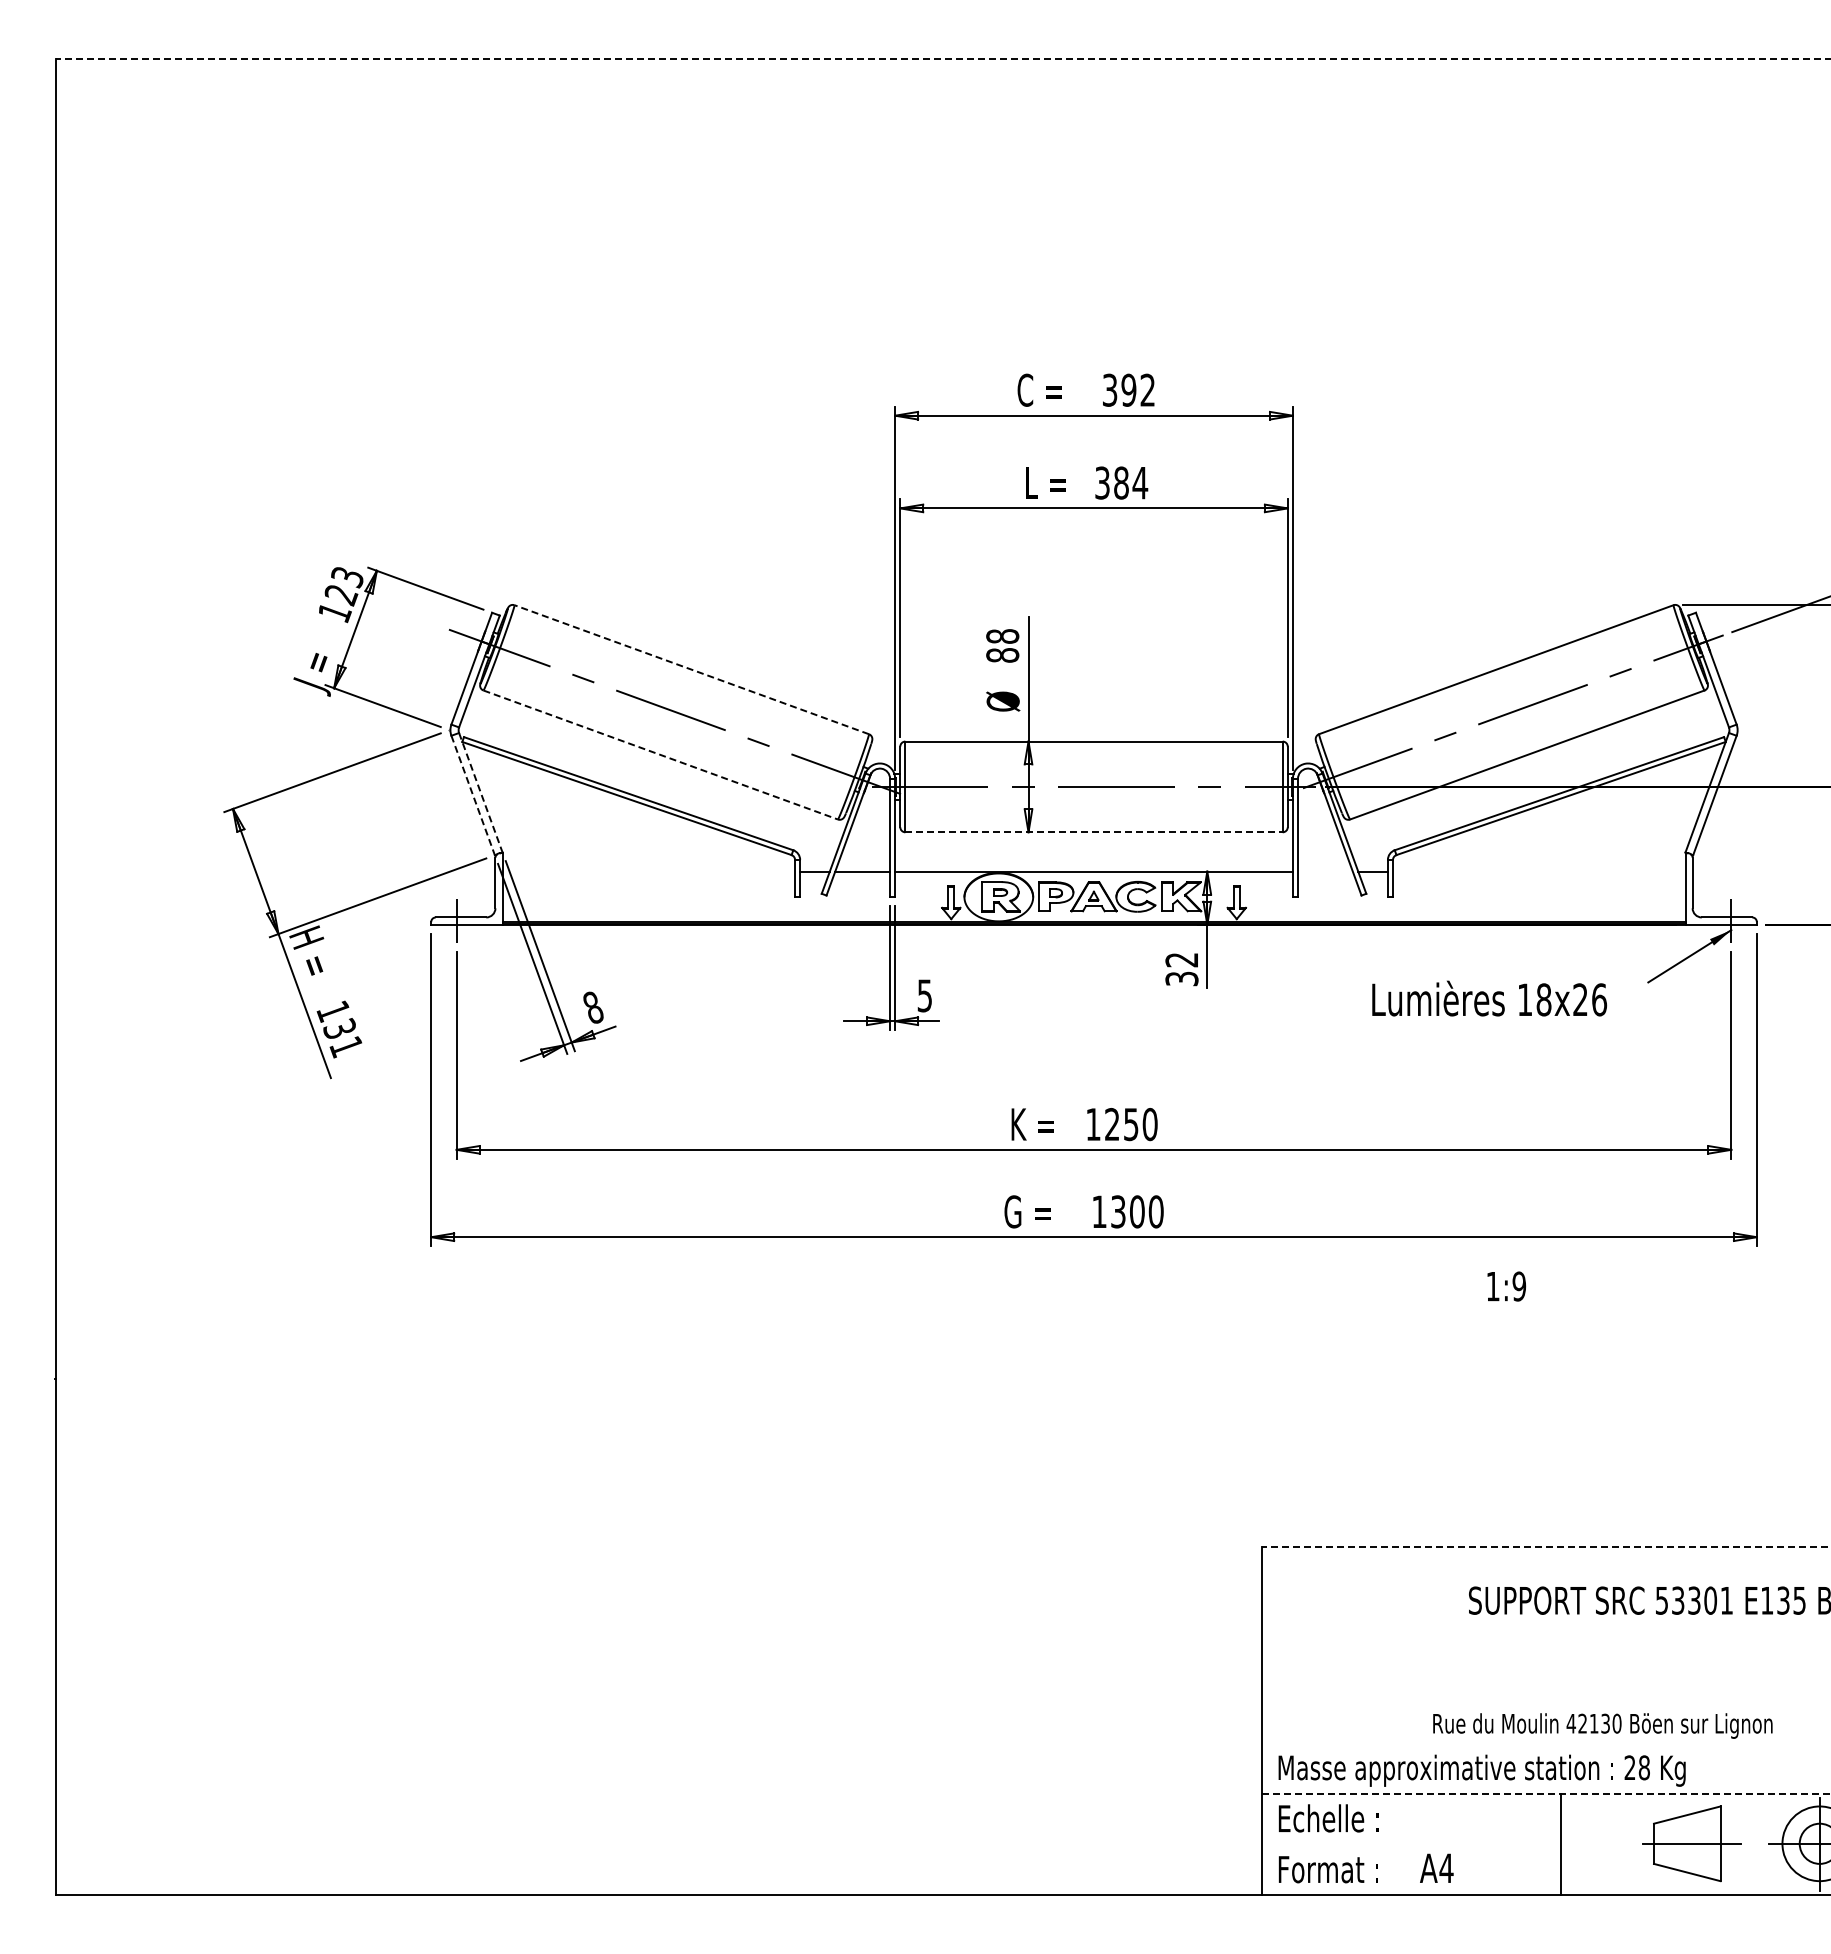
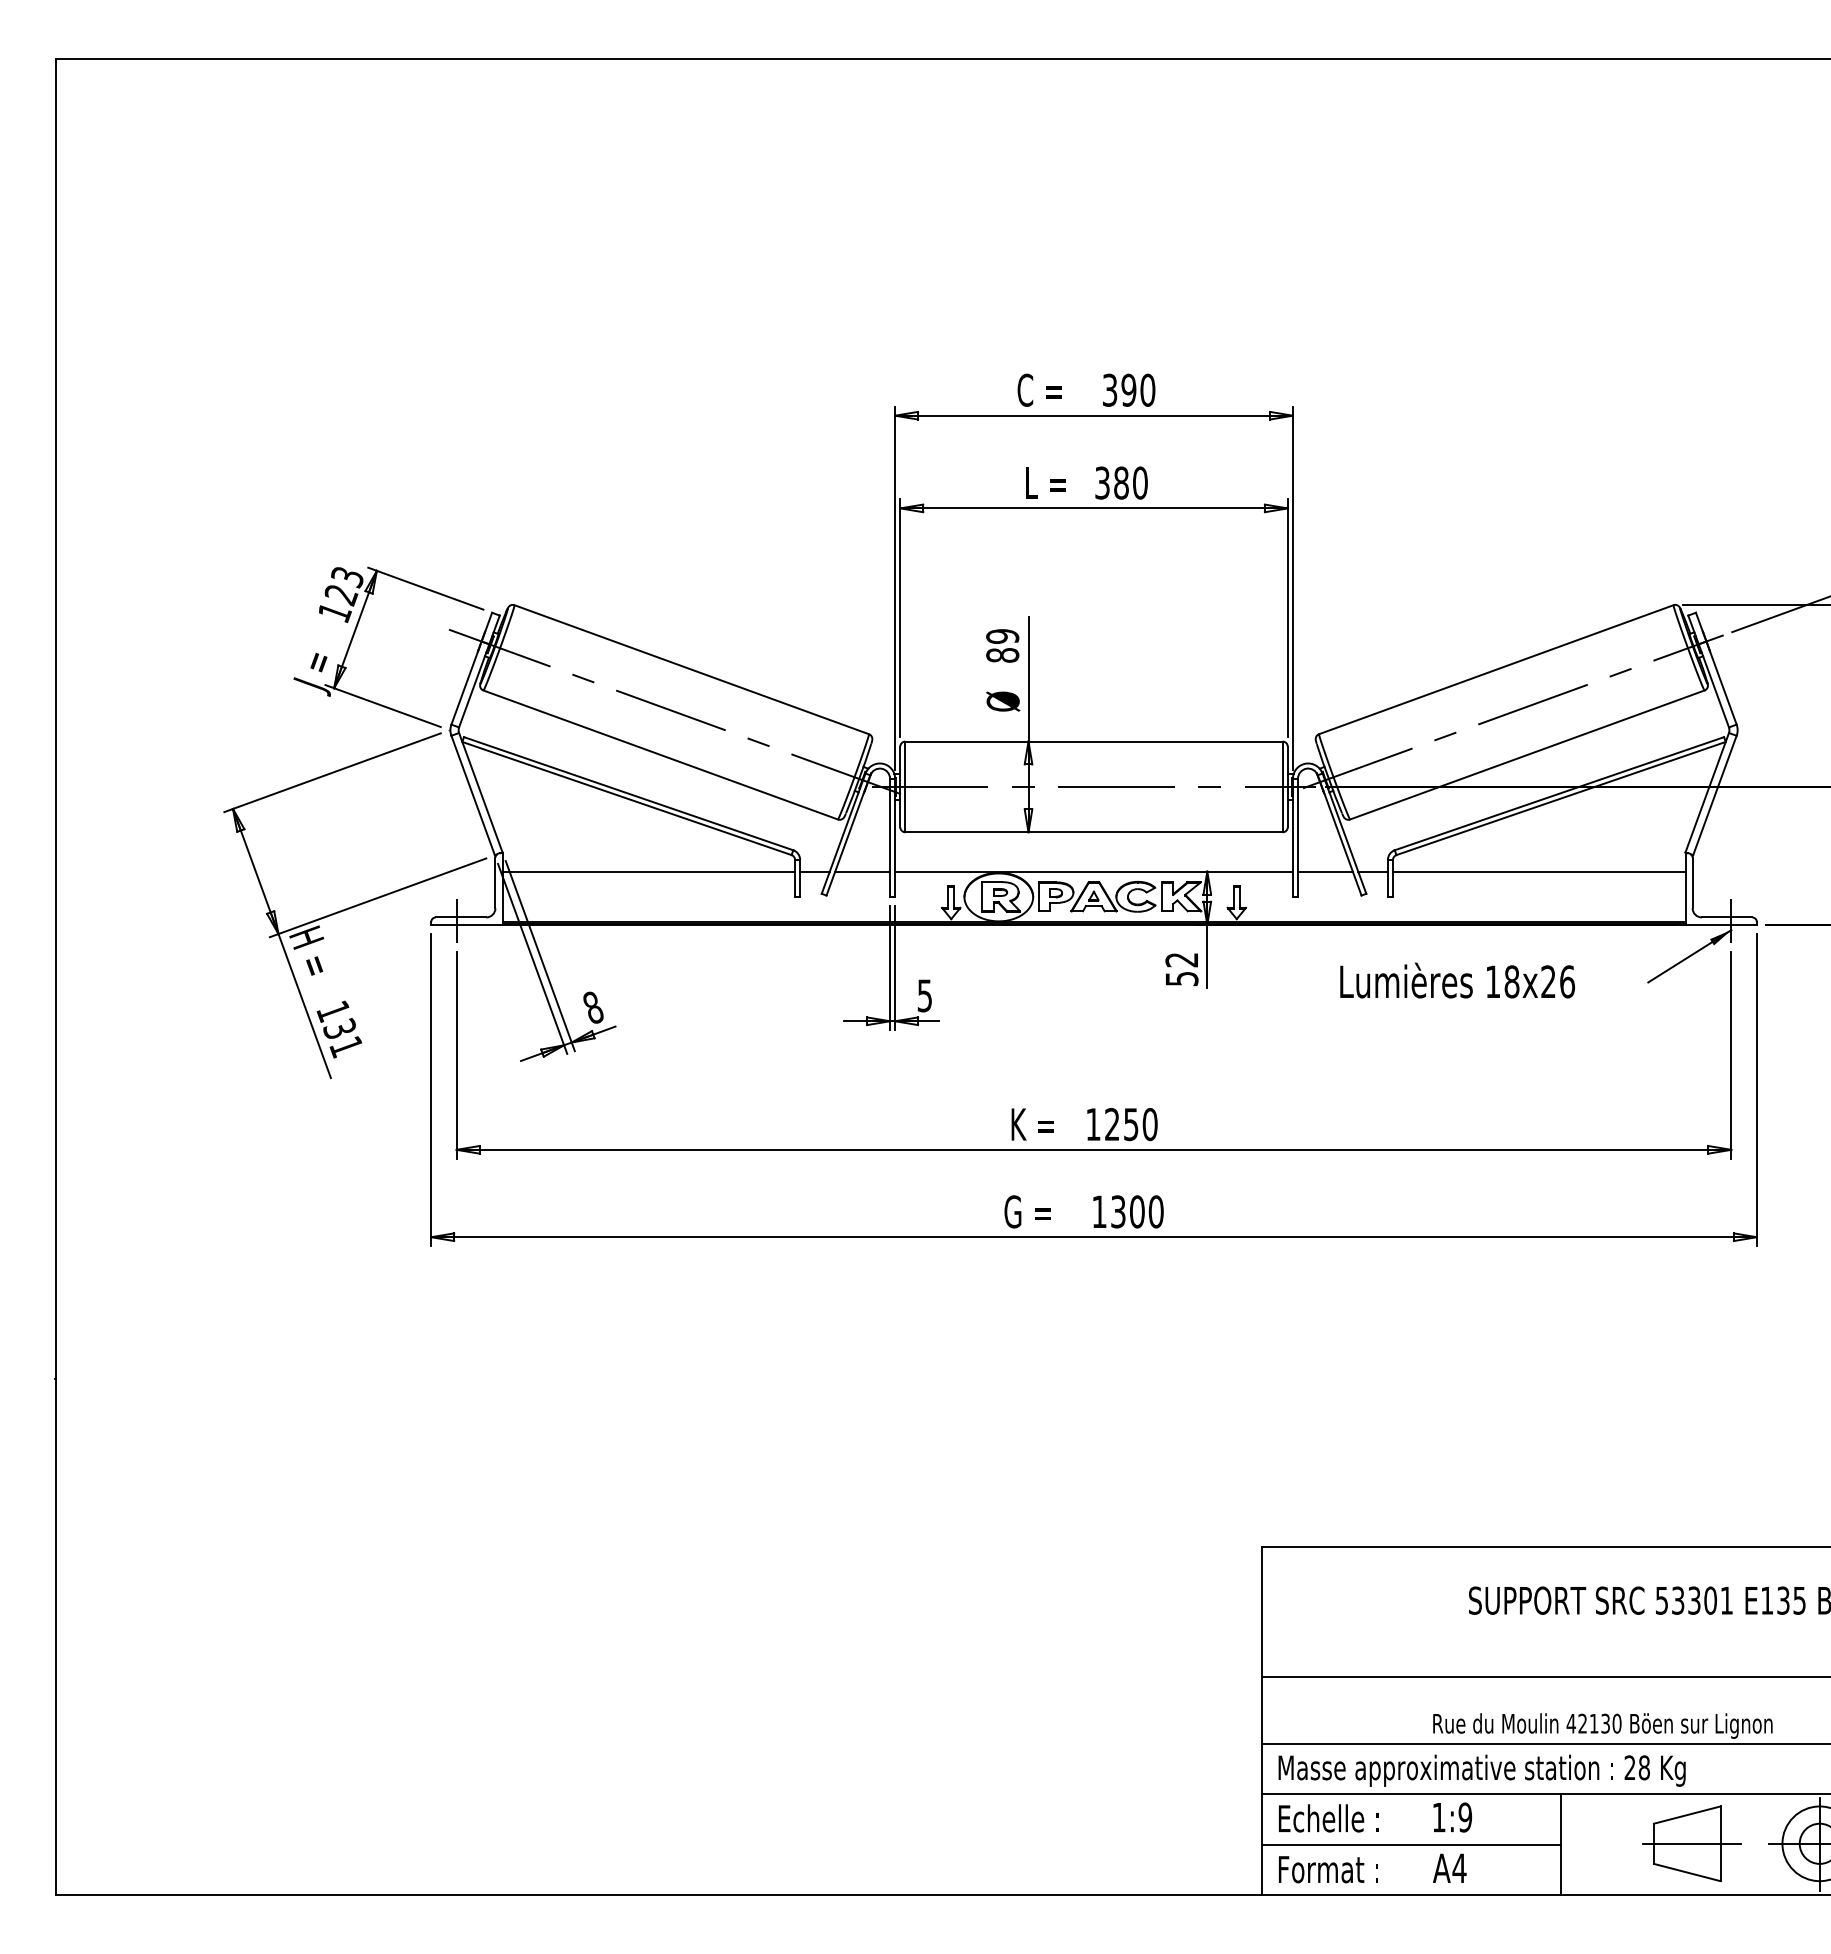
line at (942, 58): dashed -> solid
text at (1147, 389): 392 -> 390
text at (1140, 482): 384 -> 380
text at (1002, 636): 88 -> 89
line at (691, 669): dashed -> solid
line at (660, 755): dashed -> solid
line at (480, 792): dashed -> solid
line at (473, 795): dashed -> solid
line at (1094, 832): dashed -> solid
line at (648, 871): none -> present
line at (1324, 871): none -> present
line at (1539, 871): none -> present
text at (1181, 978): 32 -> 52
text at (1489, 998) position: (1489, 998) -> (1457, 980)
text at (1506, 1286) position: (1506, 1286) -> (1452, 1817)
line at (1546, 1546): dashed -> solid
line at (1544, 1677): none -> present
line at (1544, 1743): none -> present
line at (1546, 1794): dashed -> solid
line at (1410, 1844): none -> present
text at (1436, 1867) position: (1436, 1867) -> (1449, 1867)
